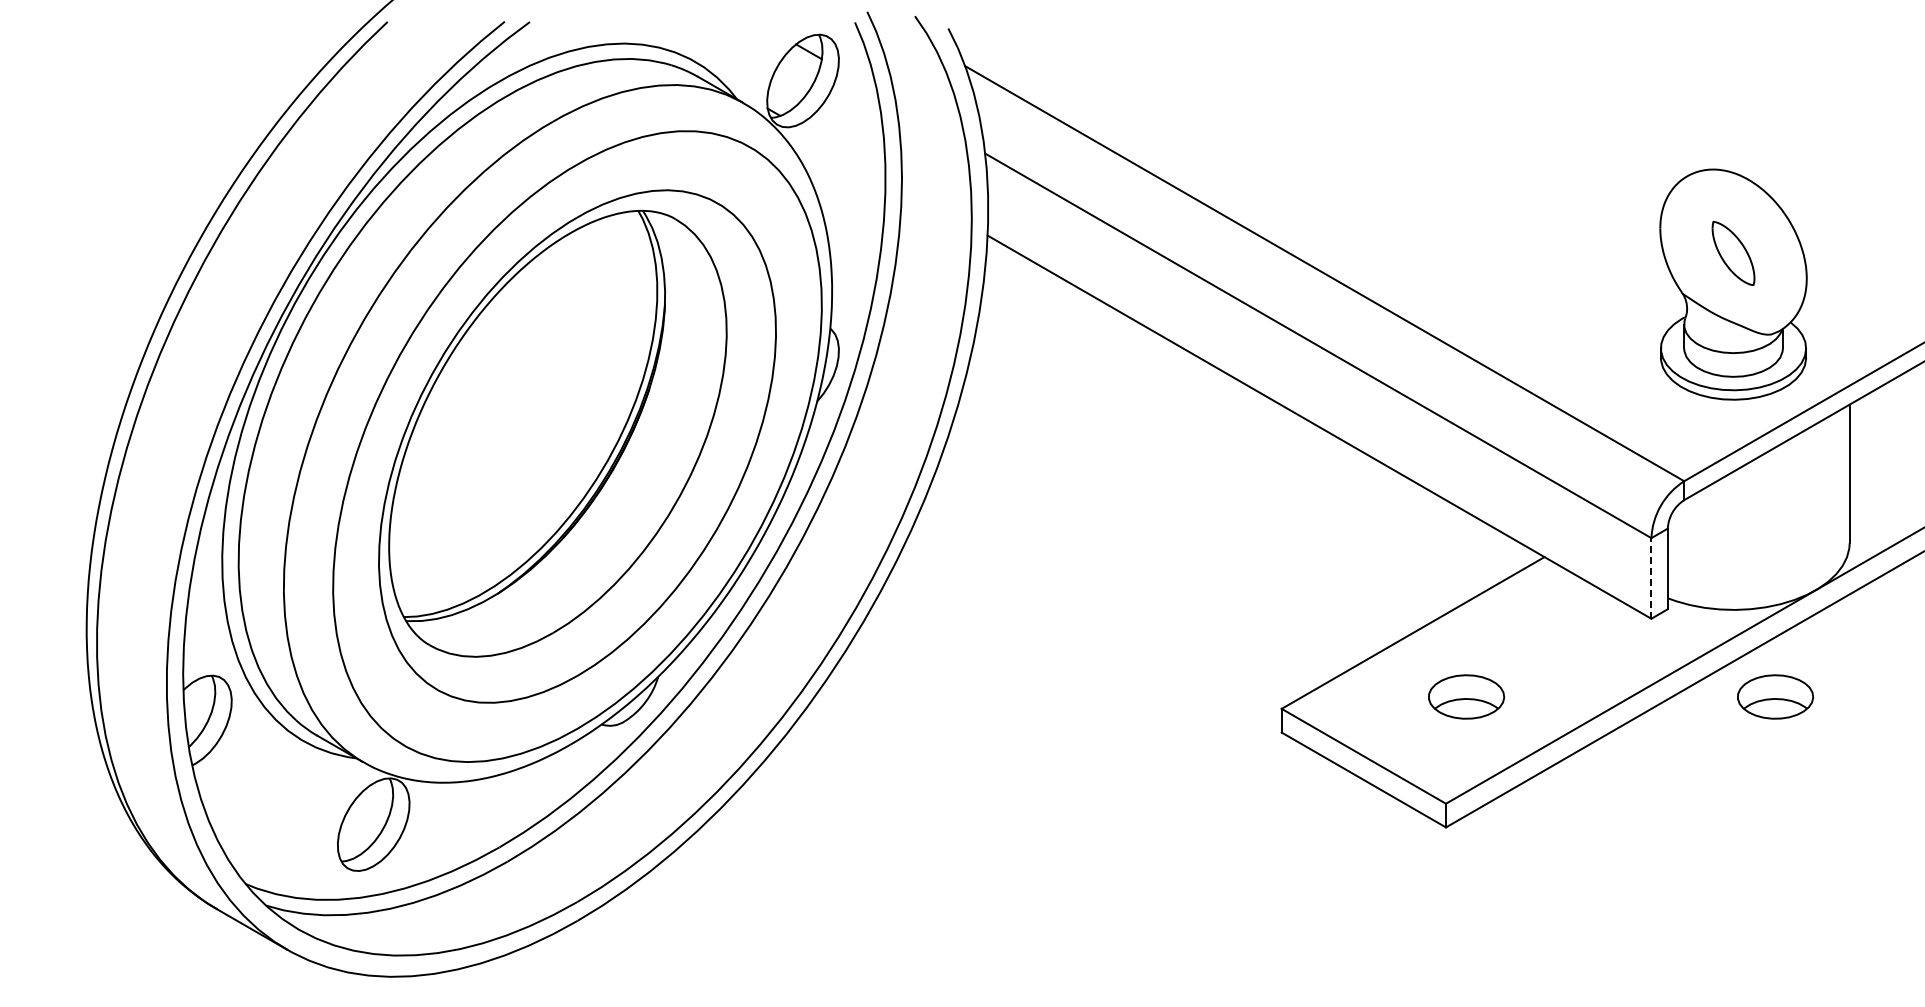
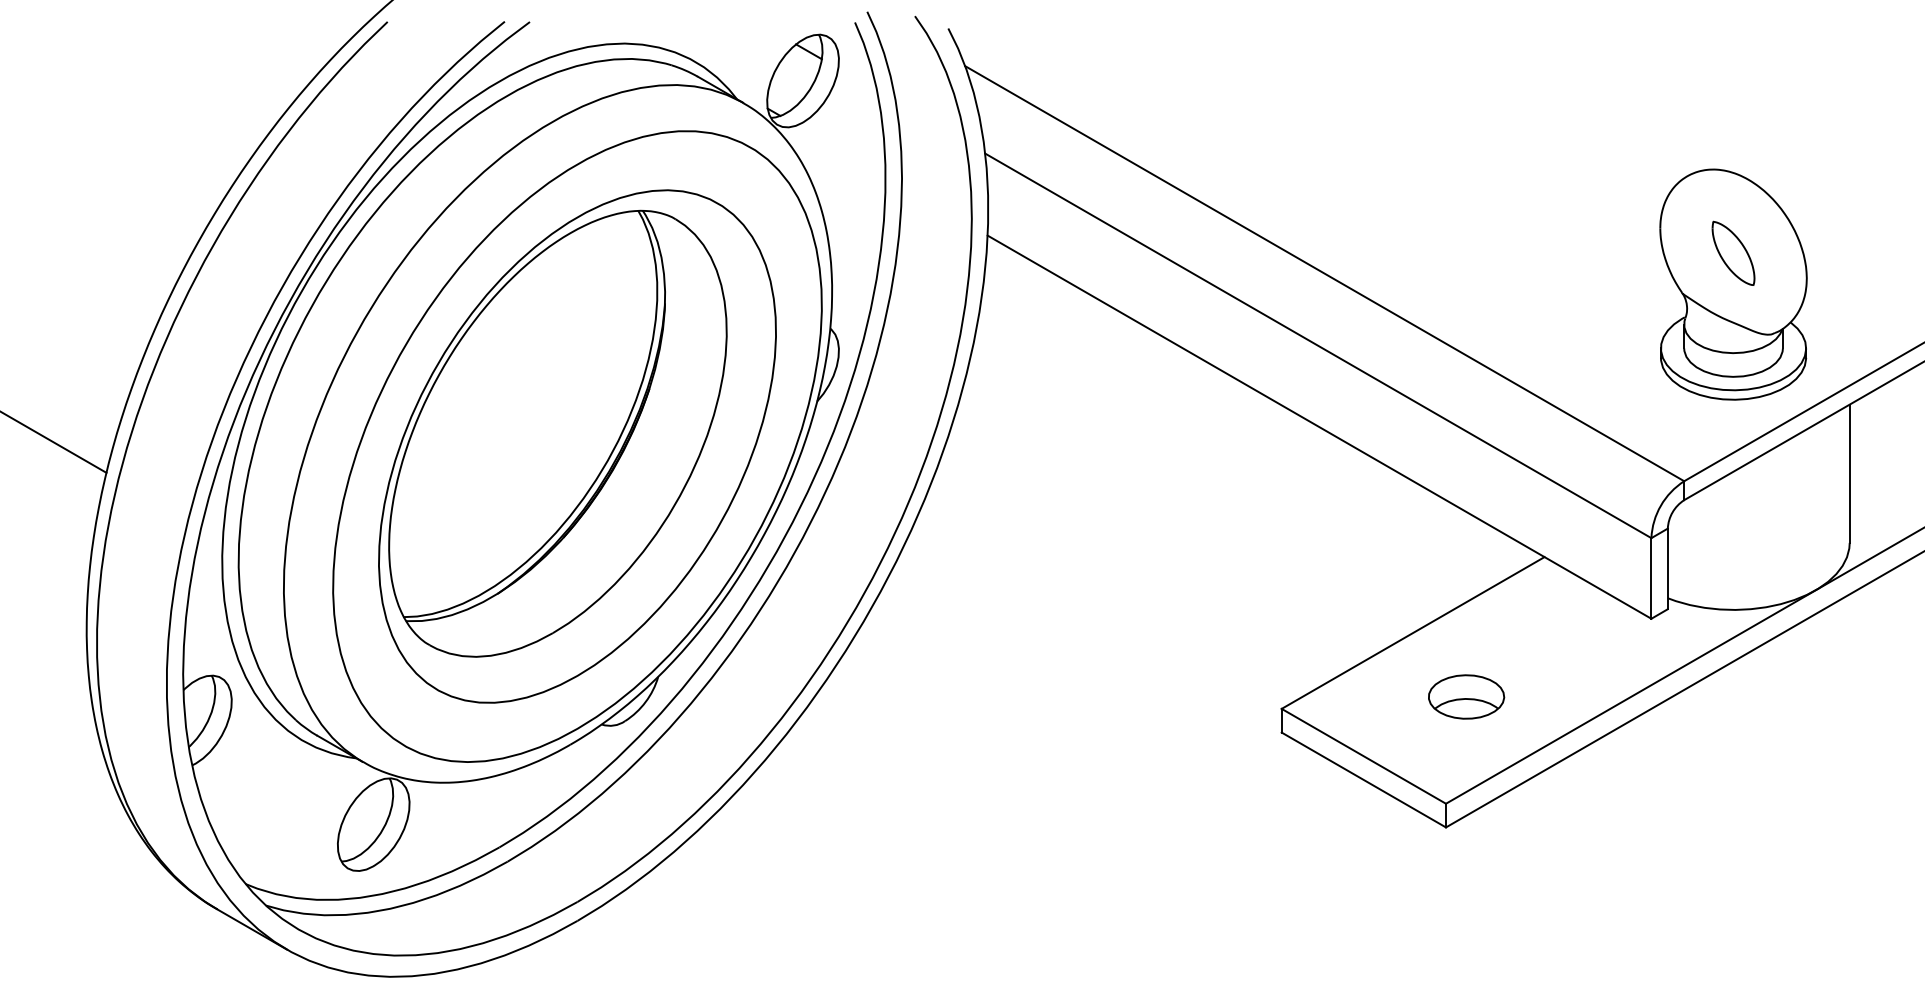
line at (54, 442): none -> present
line at (1651, 577): dashed -> solid
part at (1775, 696): present -> none
